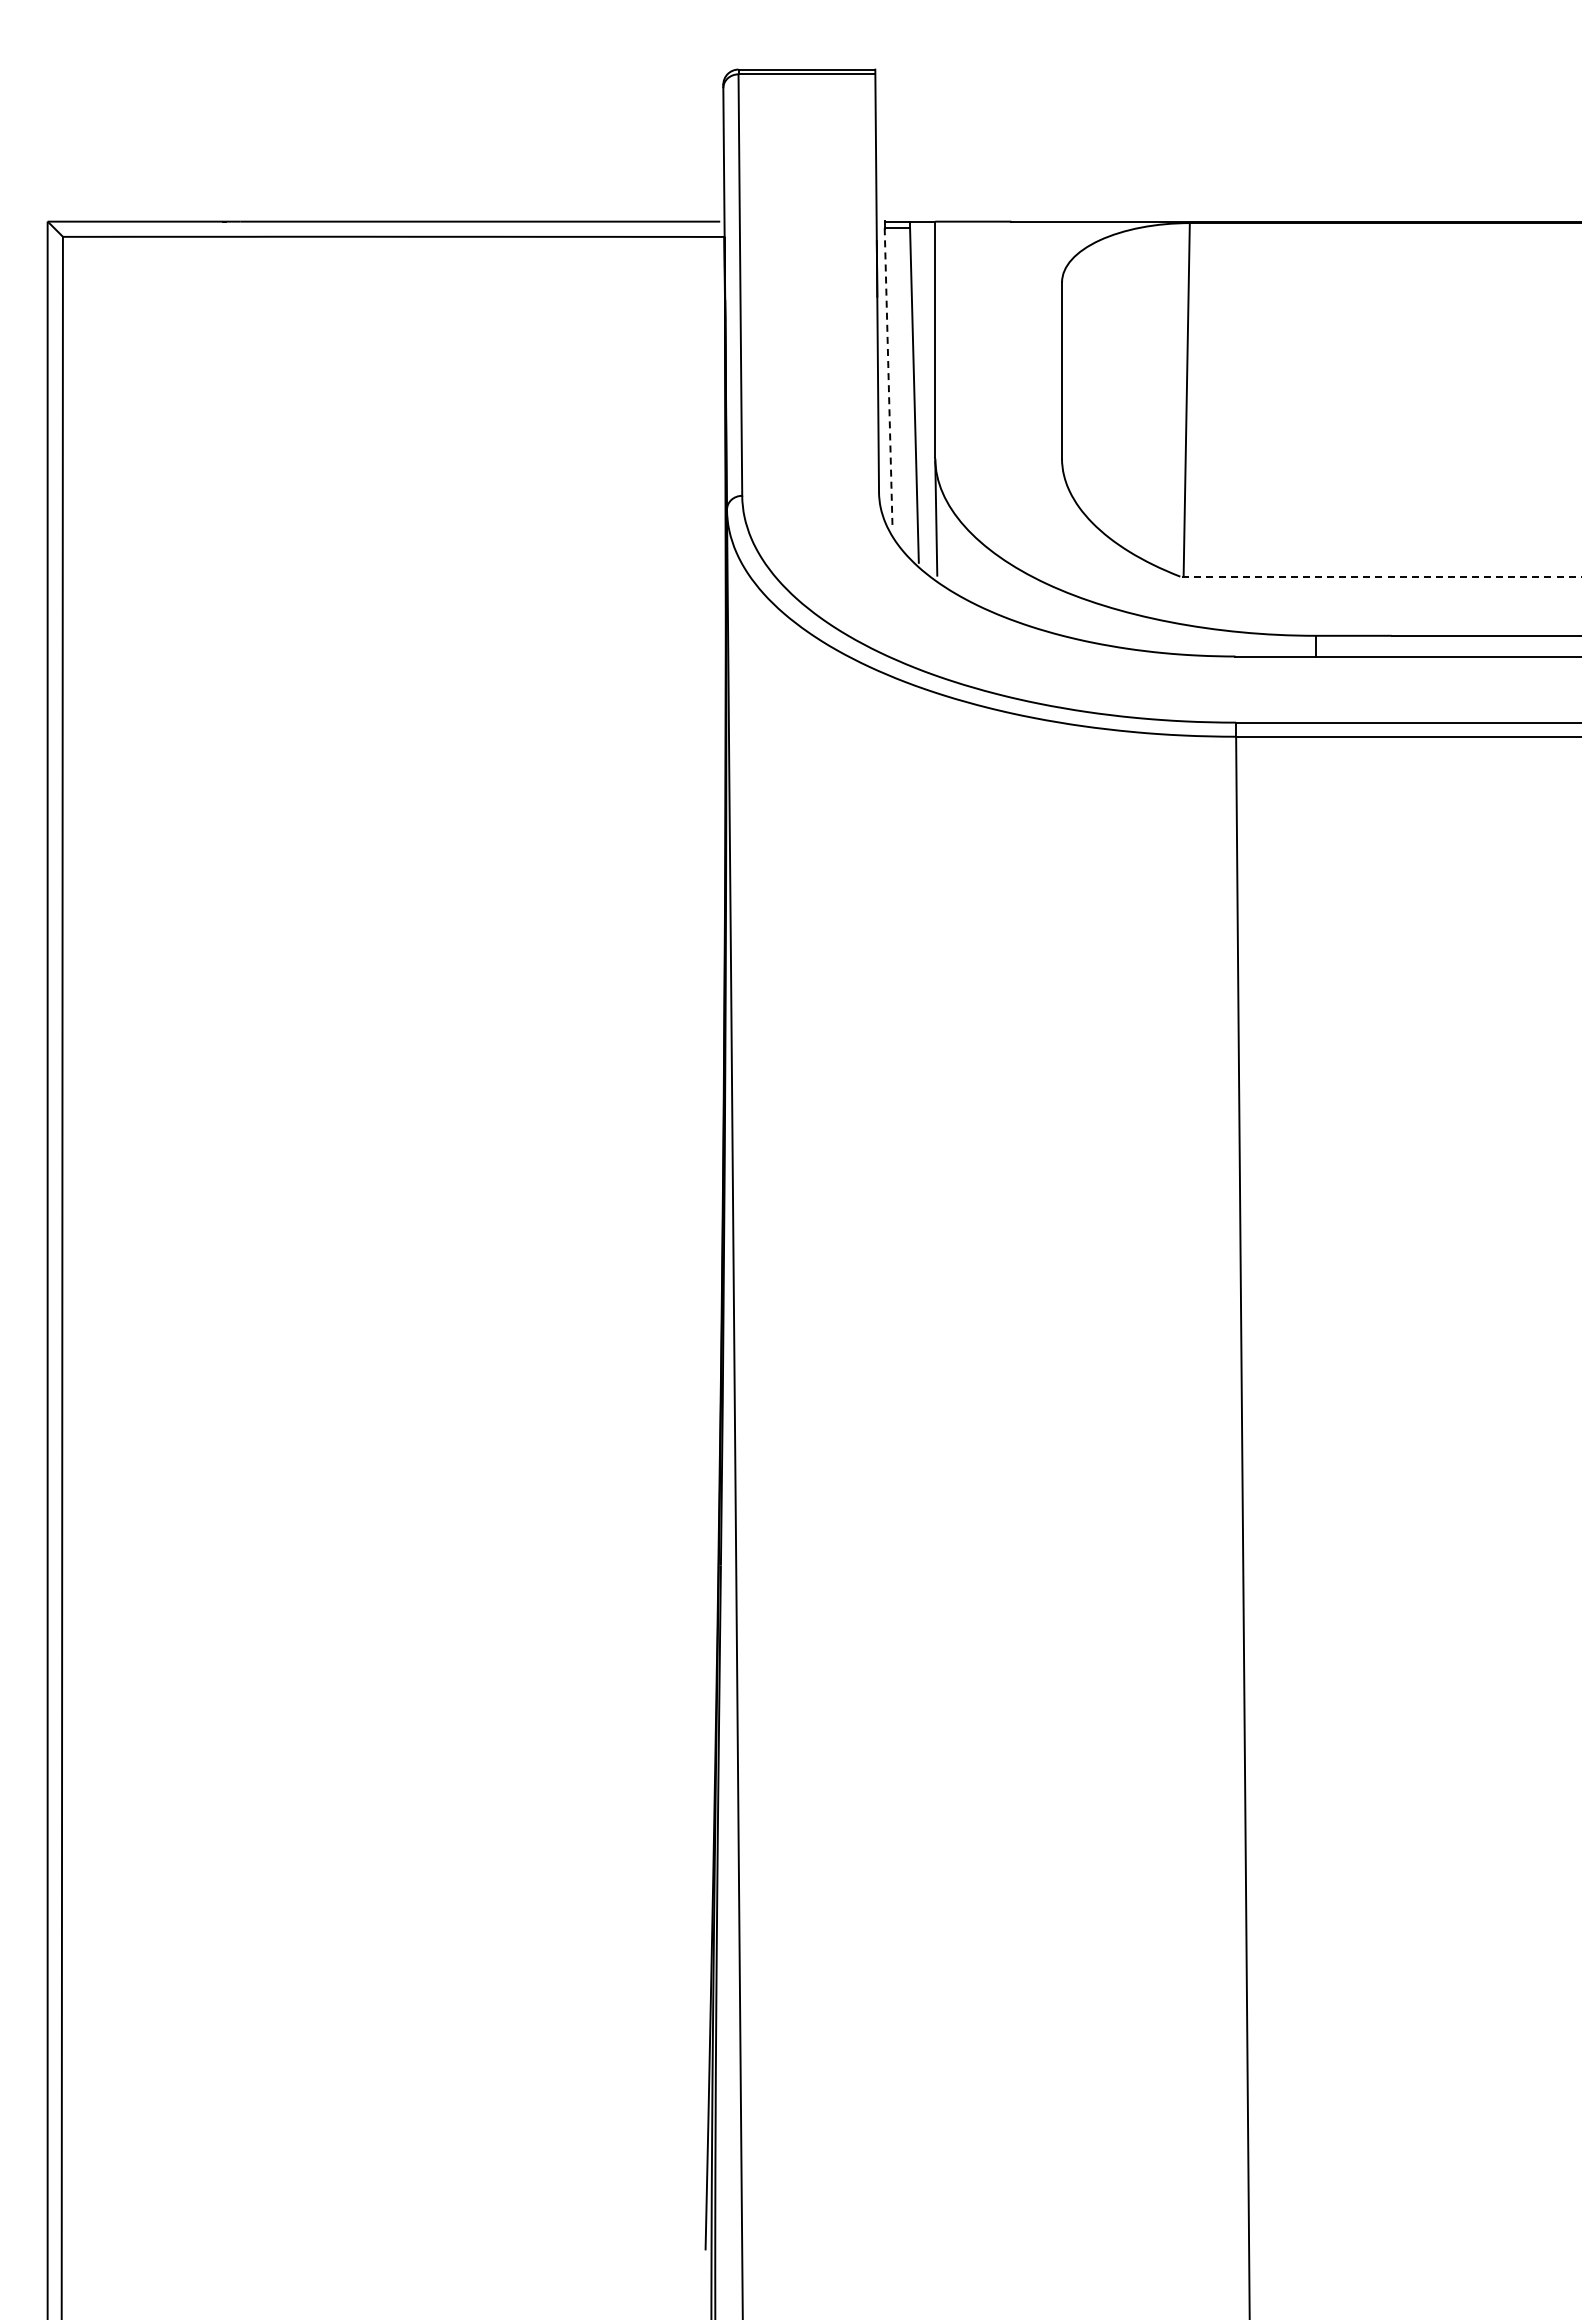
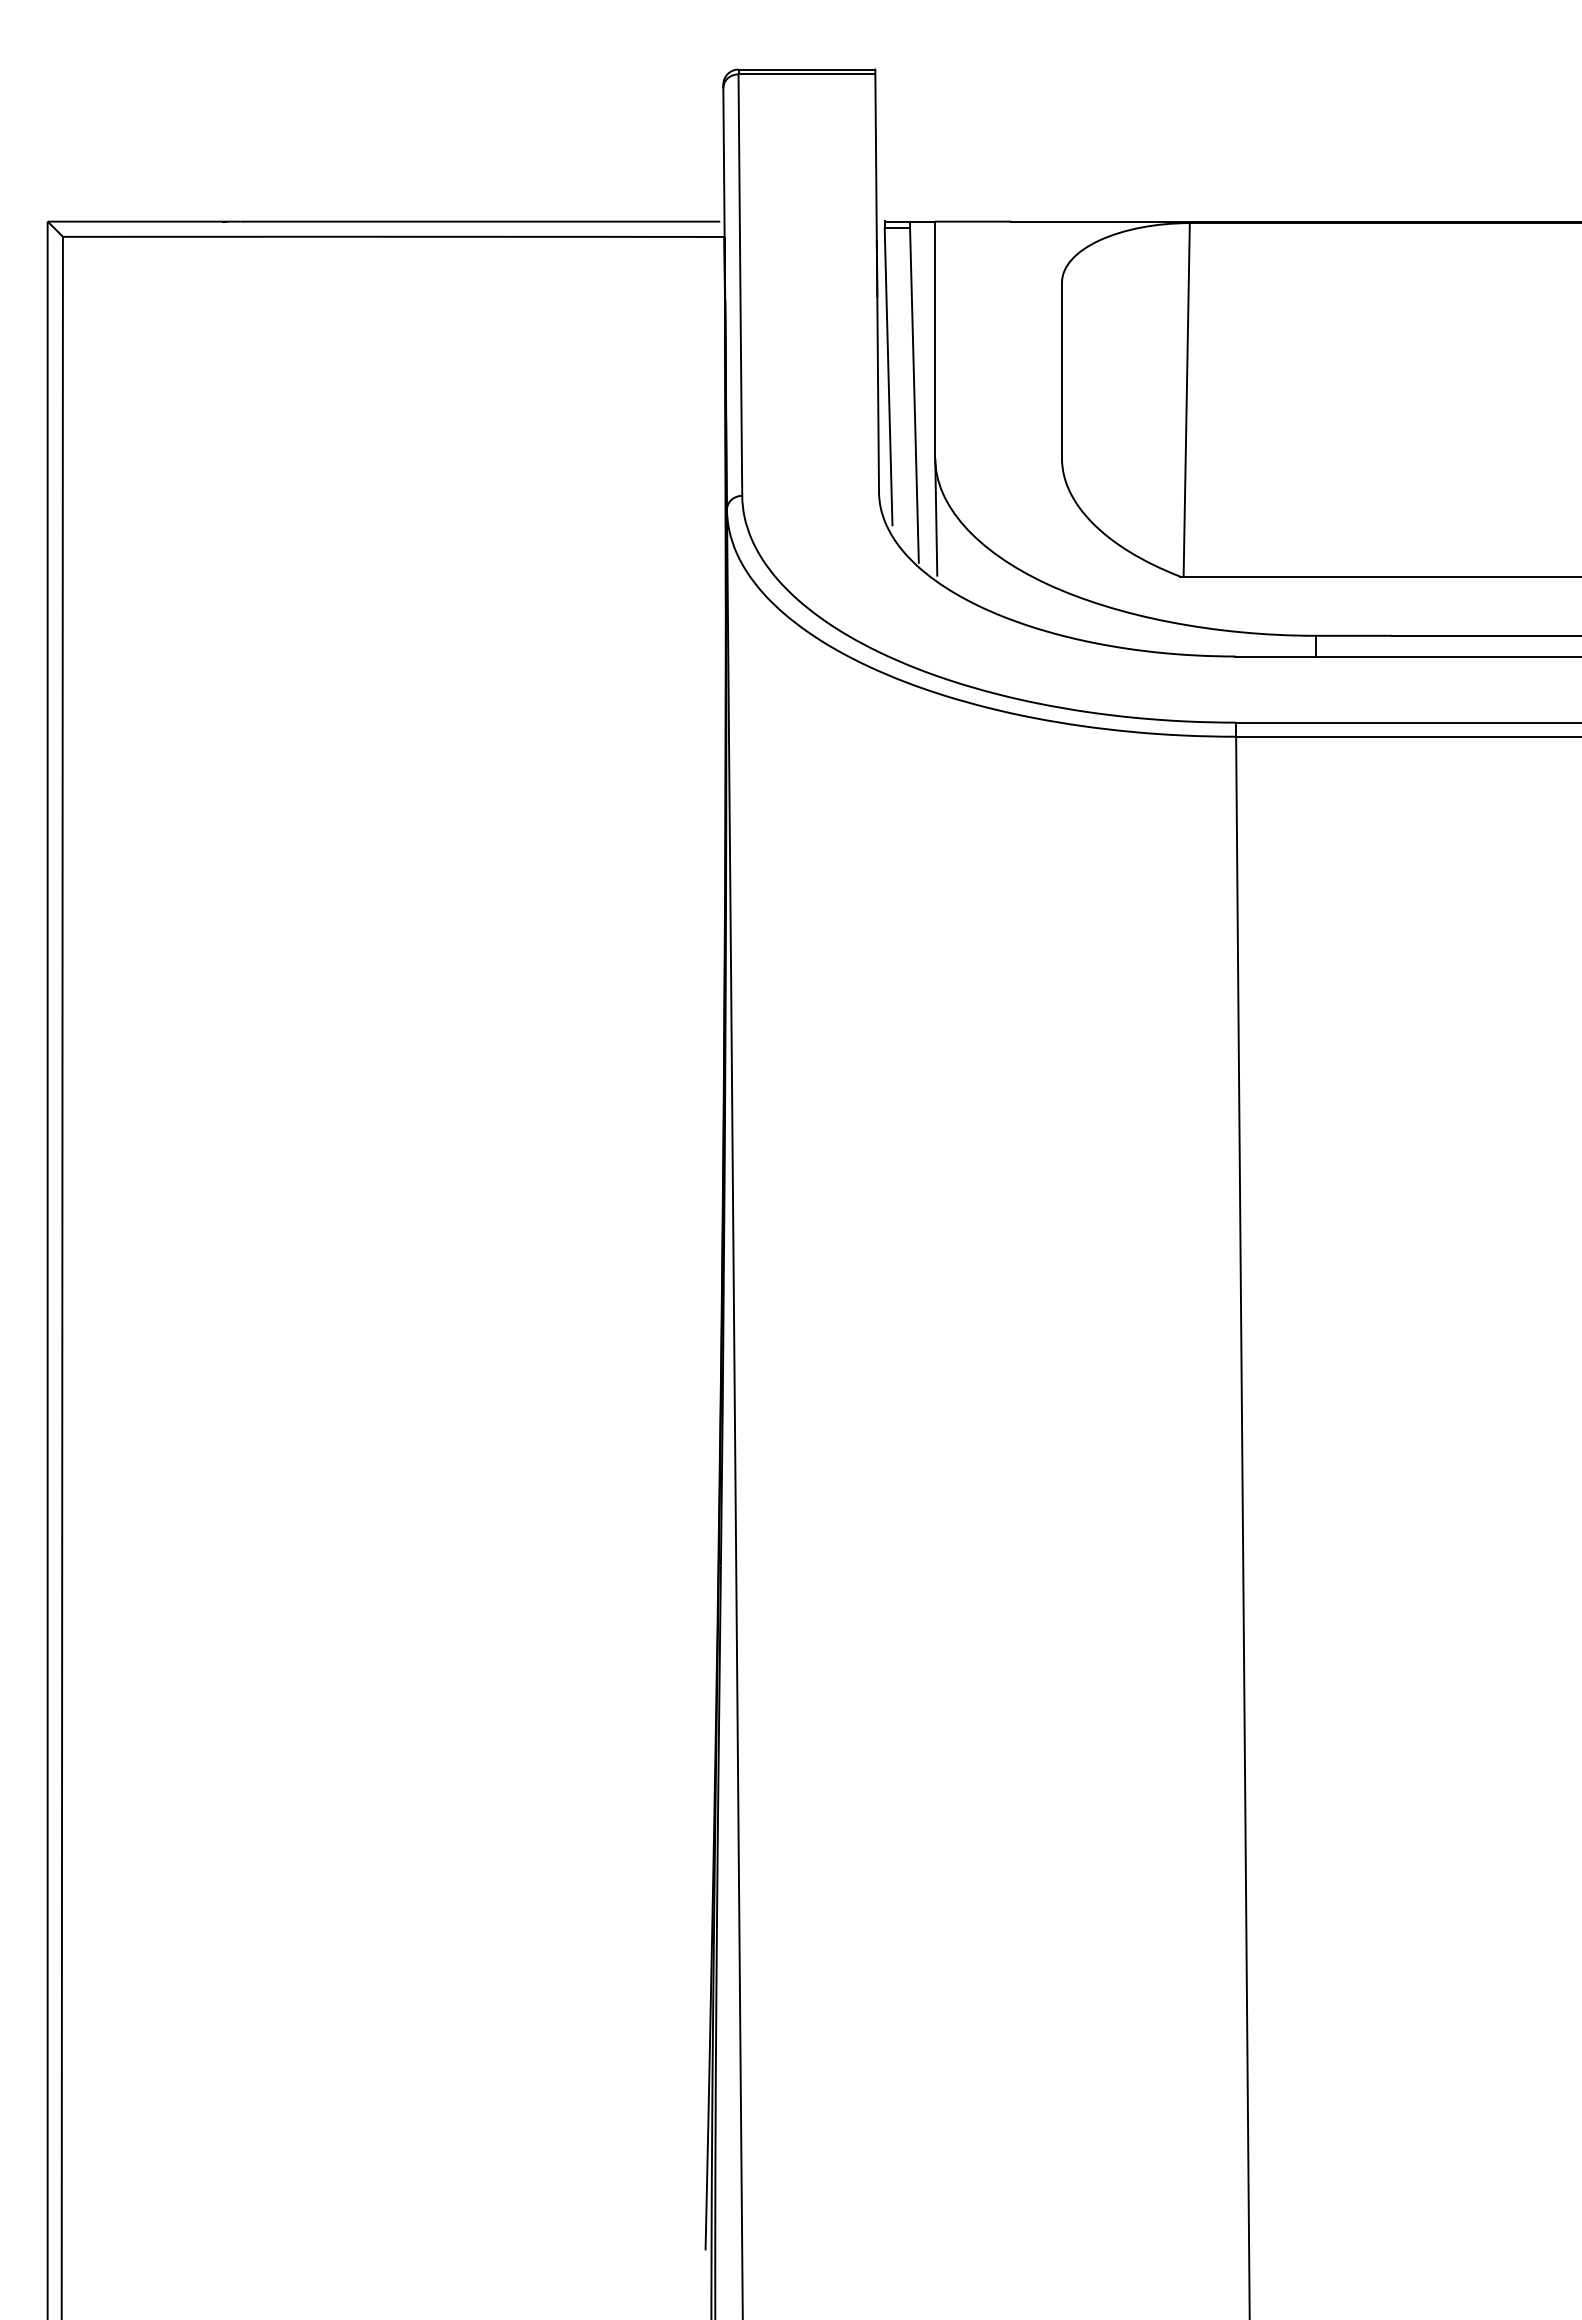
line at (888, 376): dashed -> solid
line at (1380, 576): dashed -> solid
